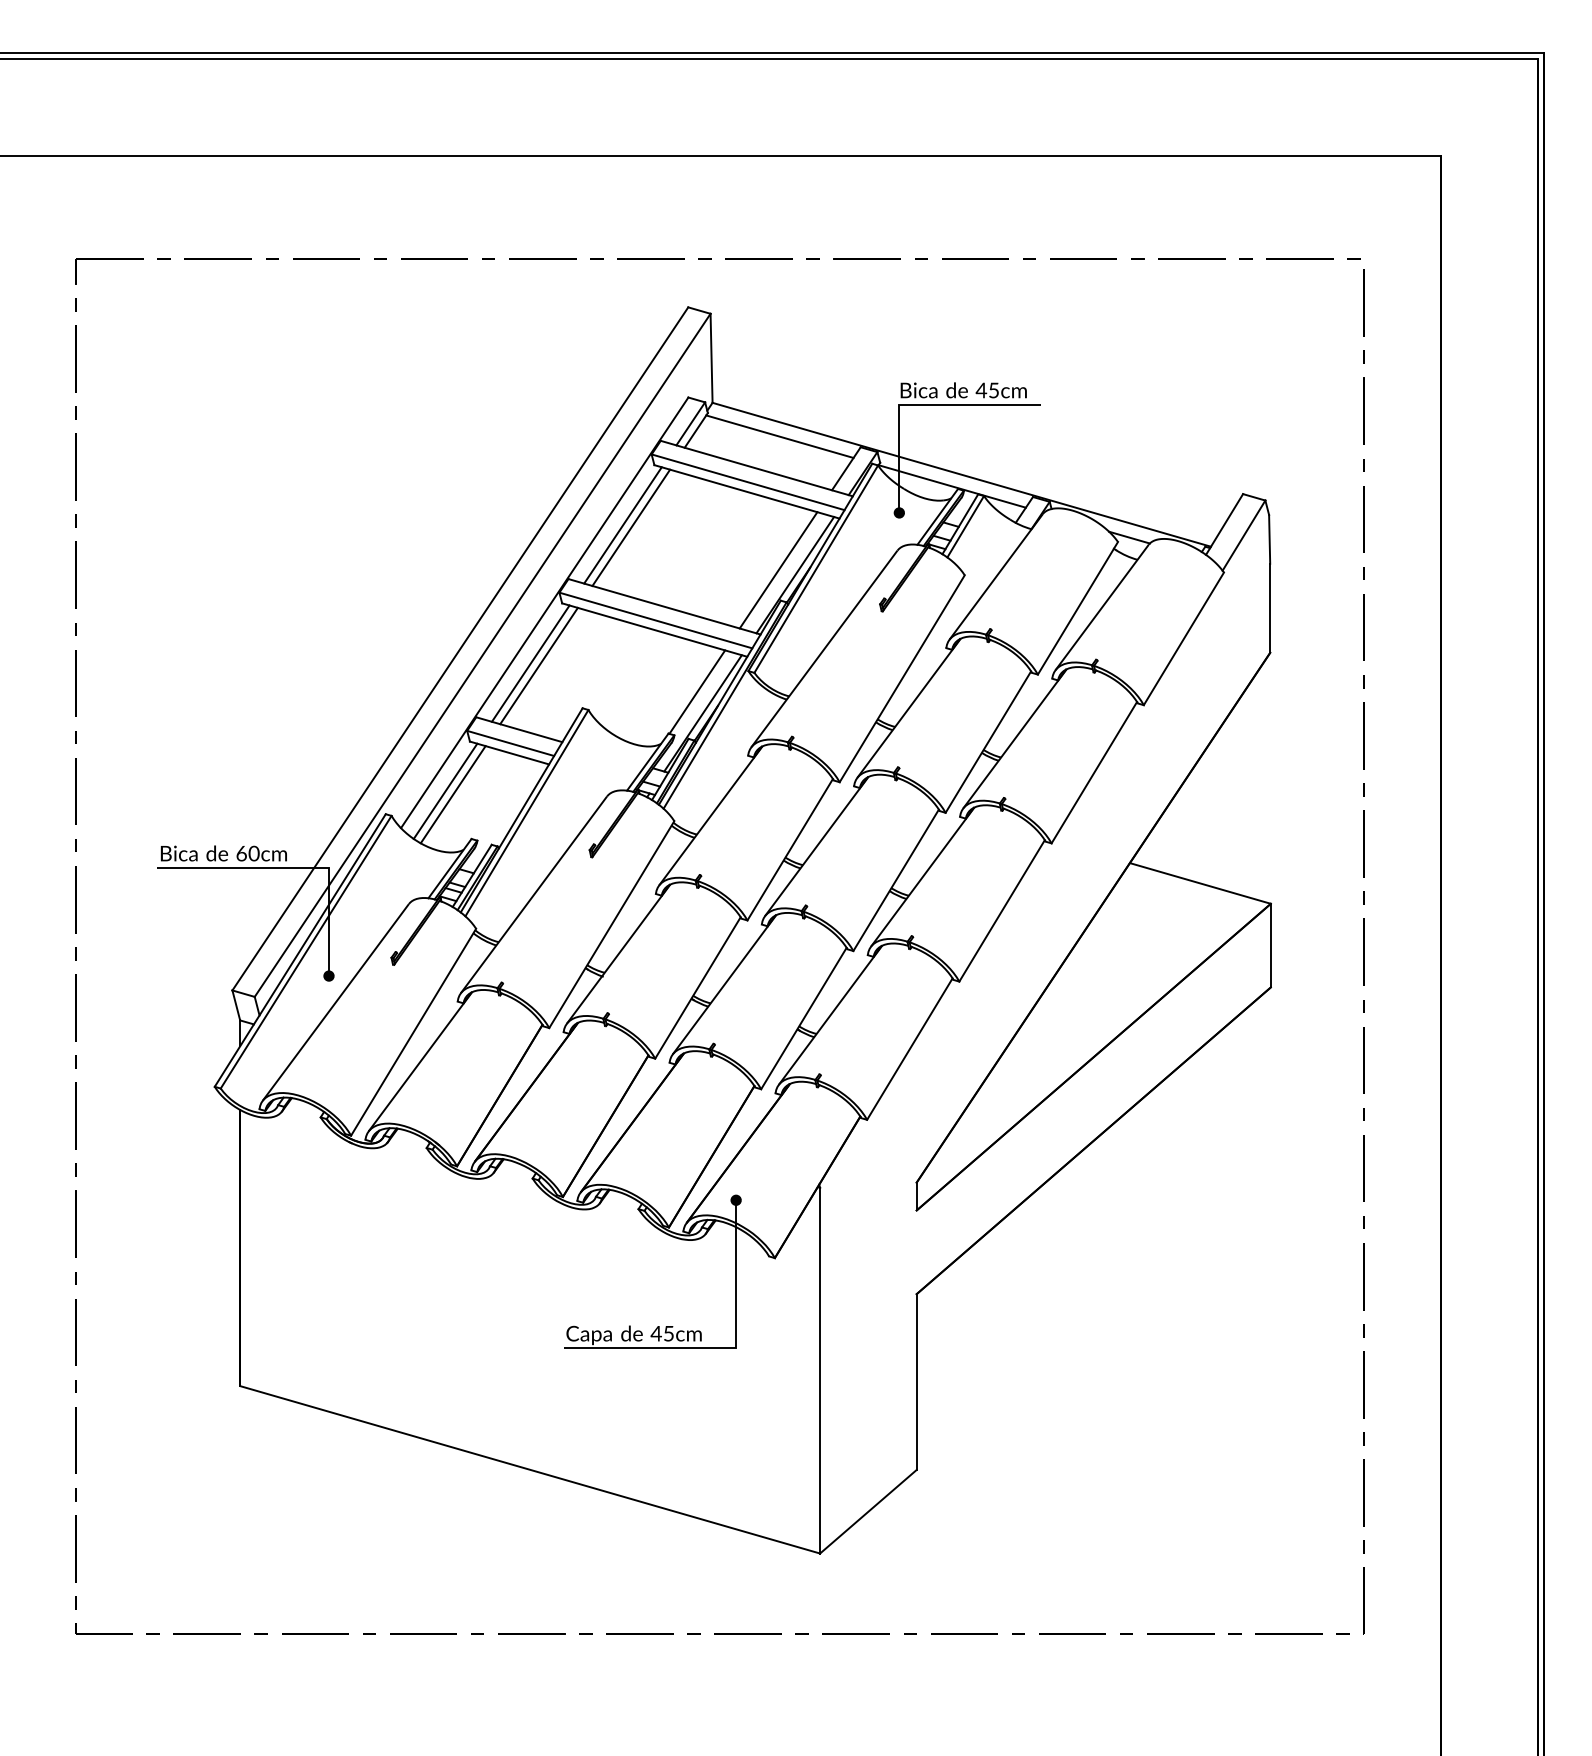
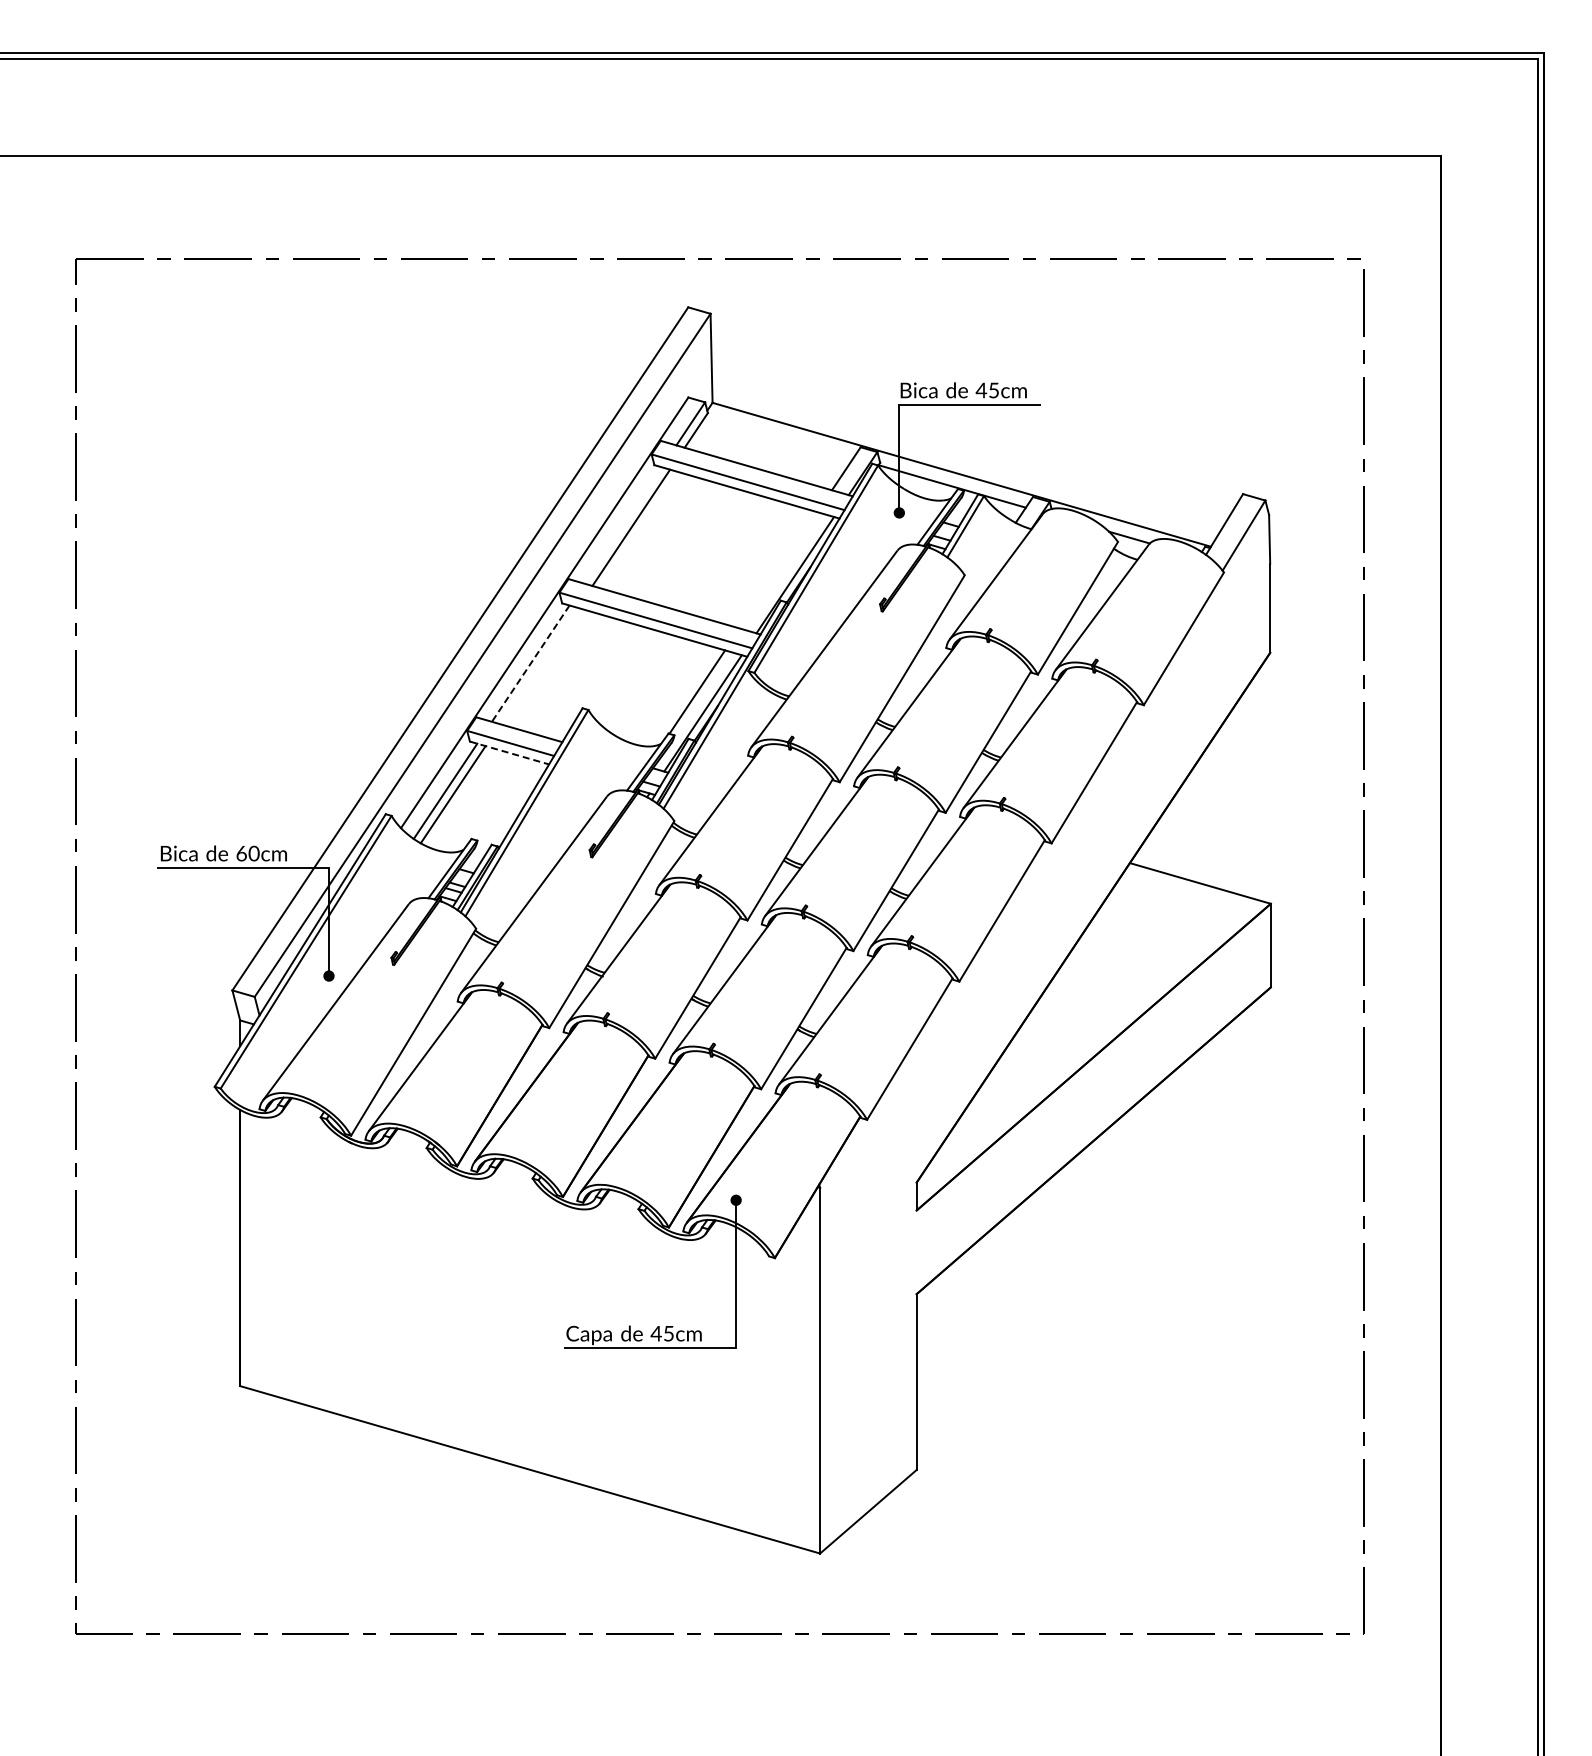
line at (779, 436): present -> none
line at (622, 525): present -> none
line at (778, 570): present -> none
line at (530, 663): solid -> dashed
line at (538, 665): present -> none
line at (510, 753): solid -> dashed
